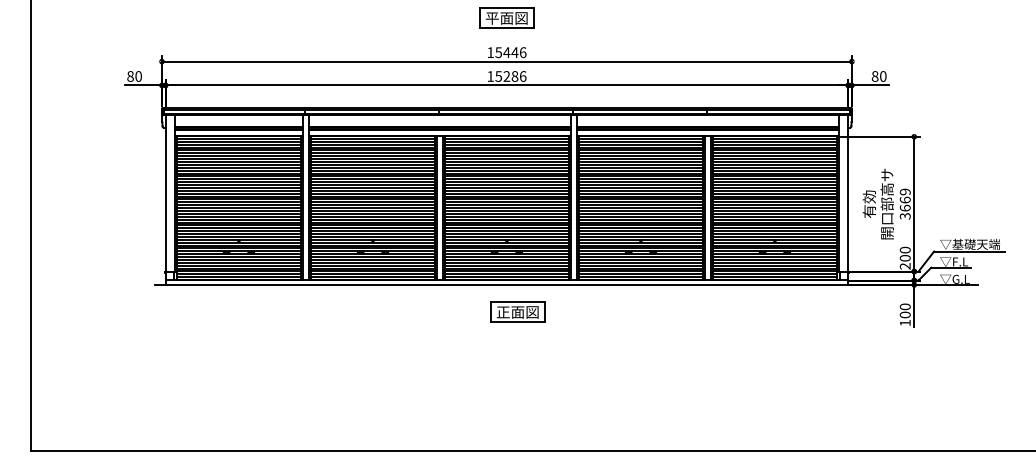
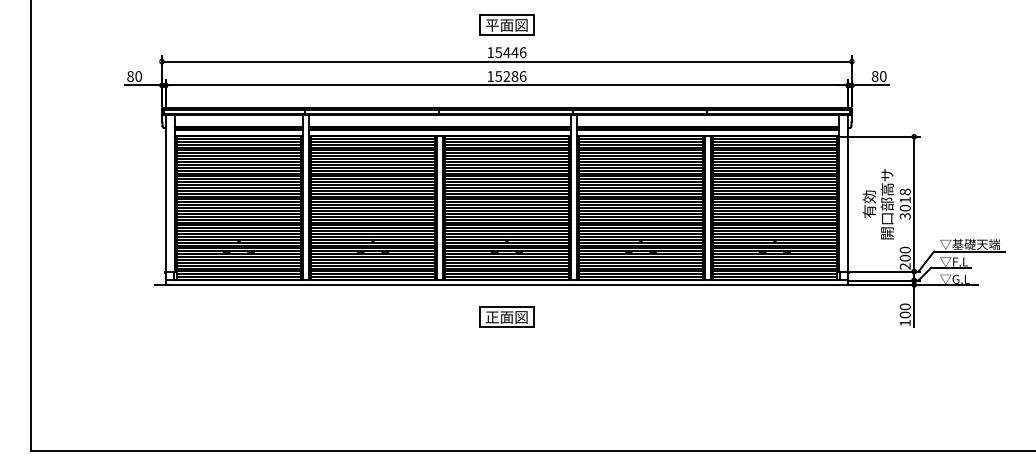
part at (506, 17) position: (506, 17) -> (506, 24)
text at (904, 199): 3669 -> 3018
part at (517, 311) position: (517, 311) -> (506, 316)
